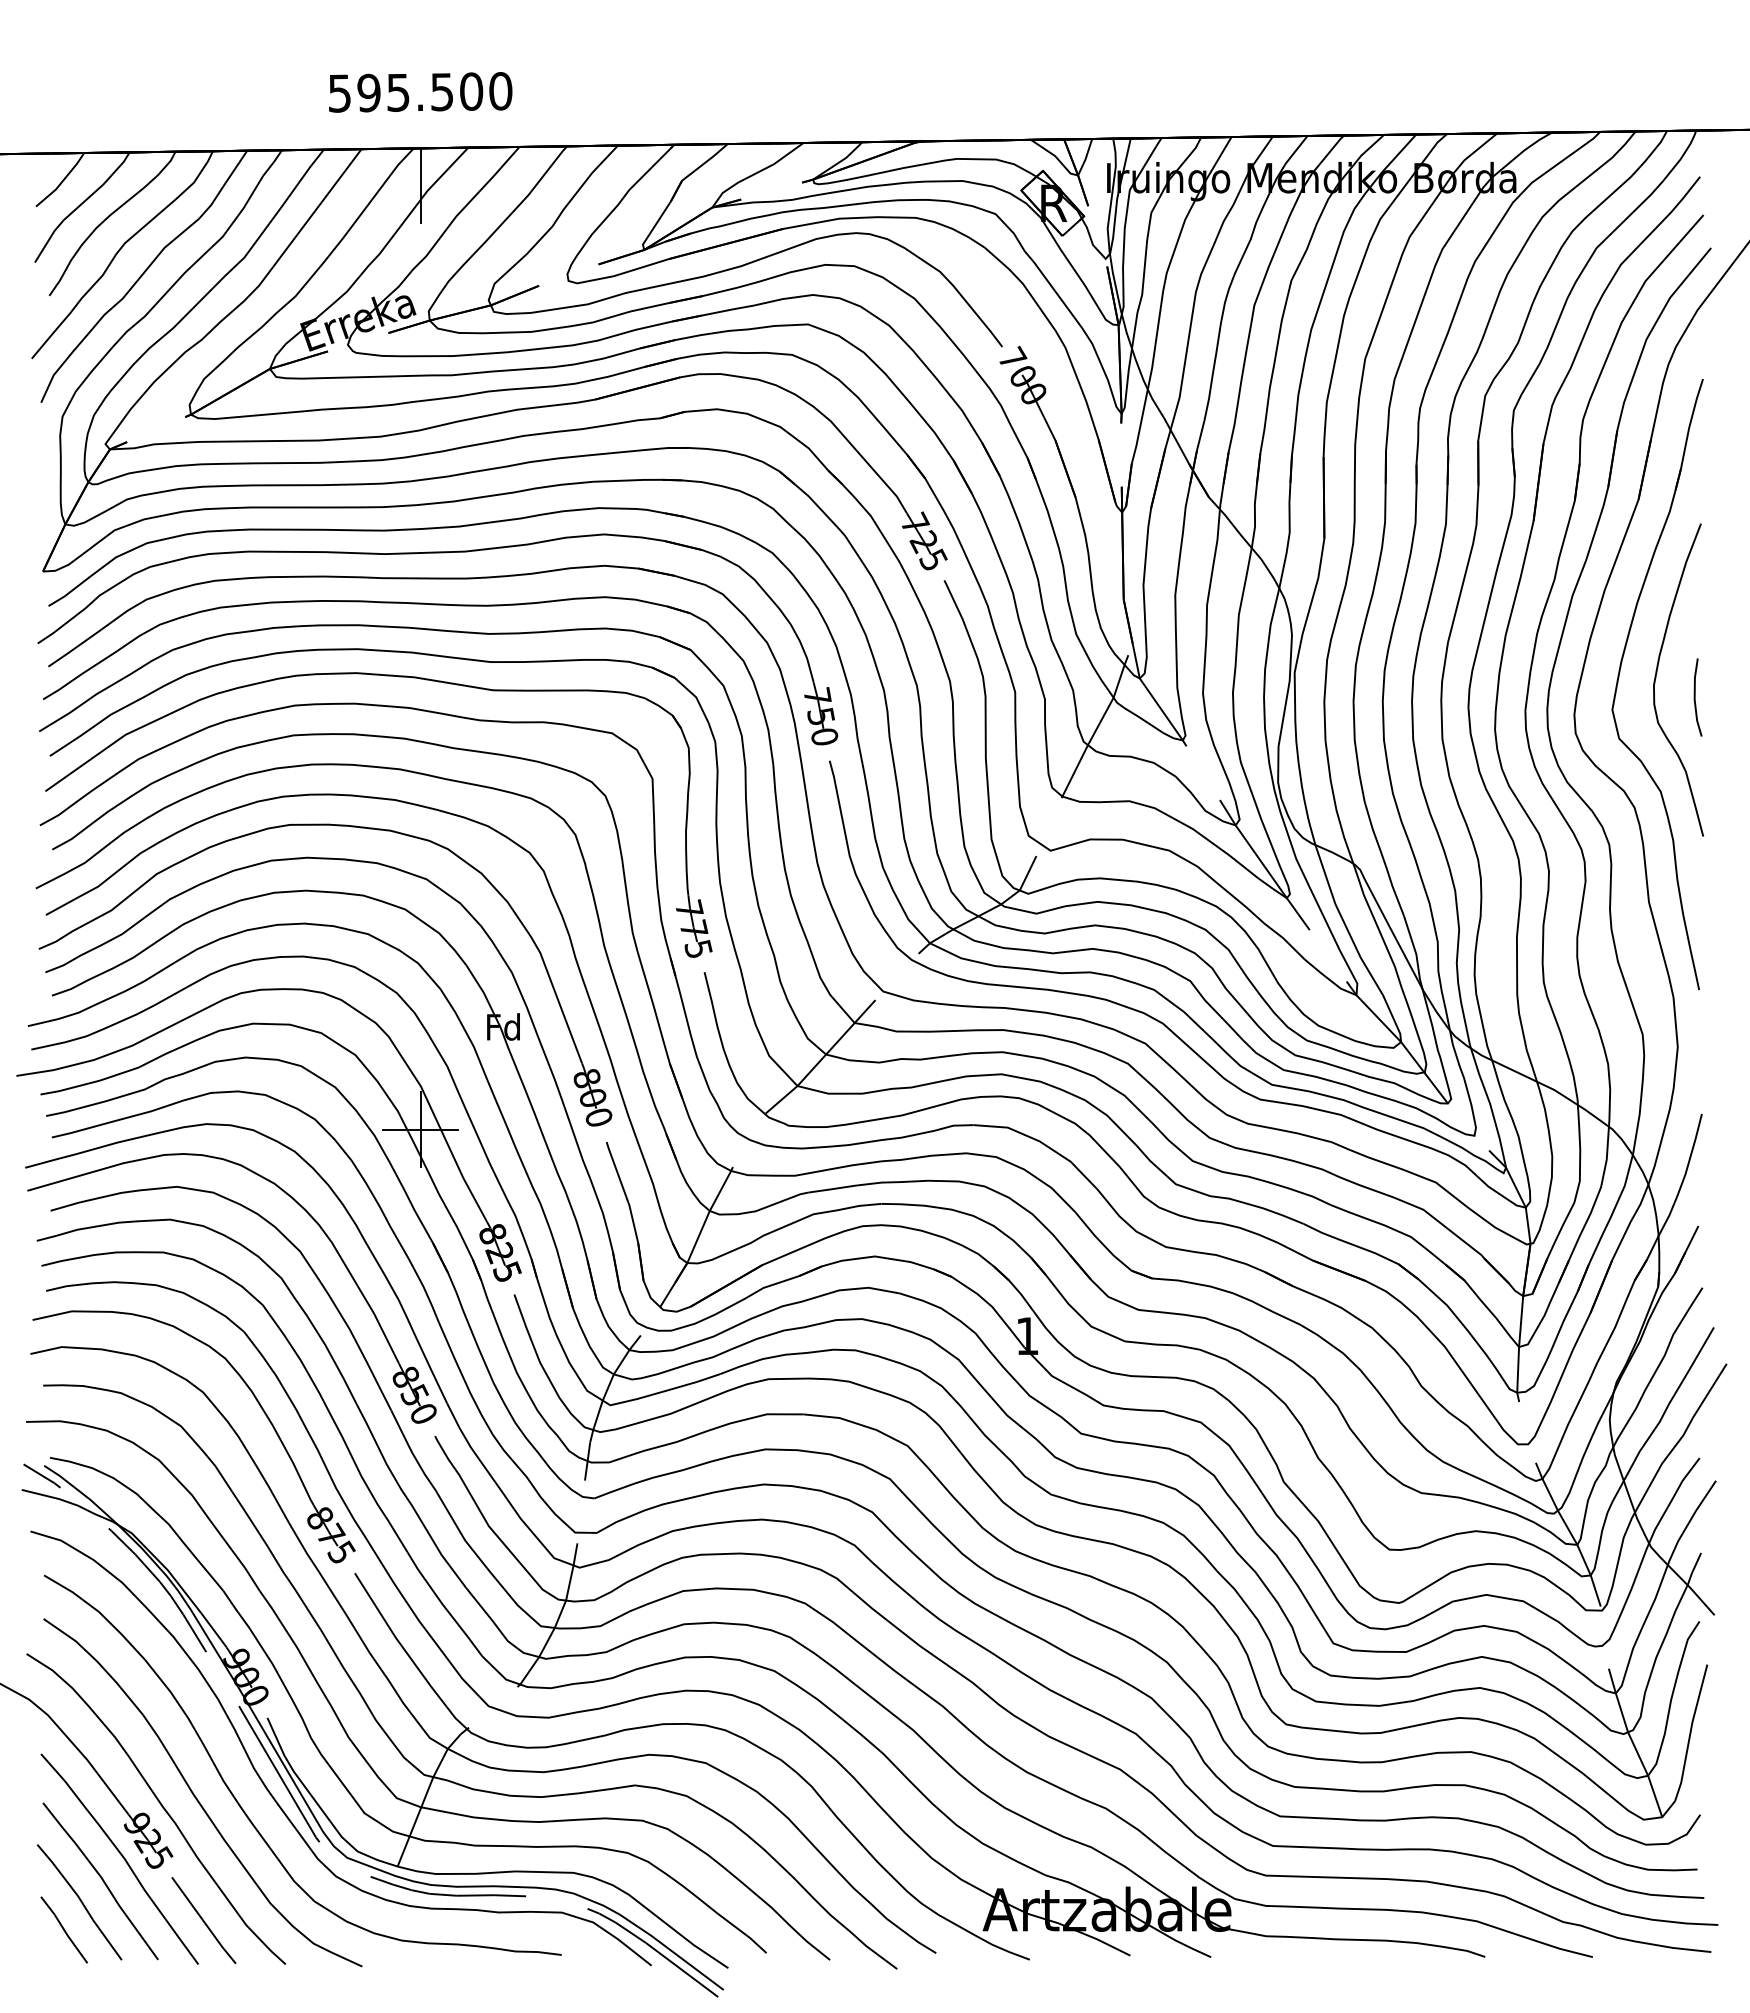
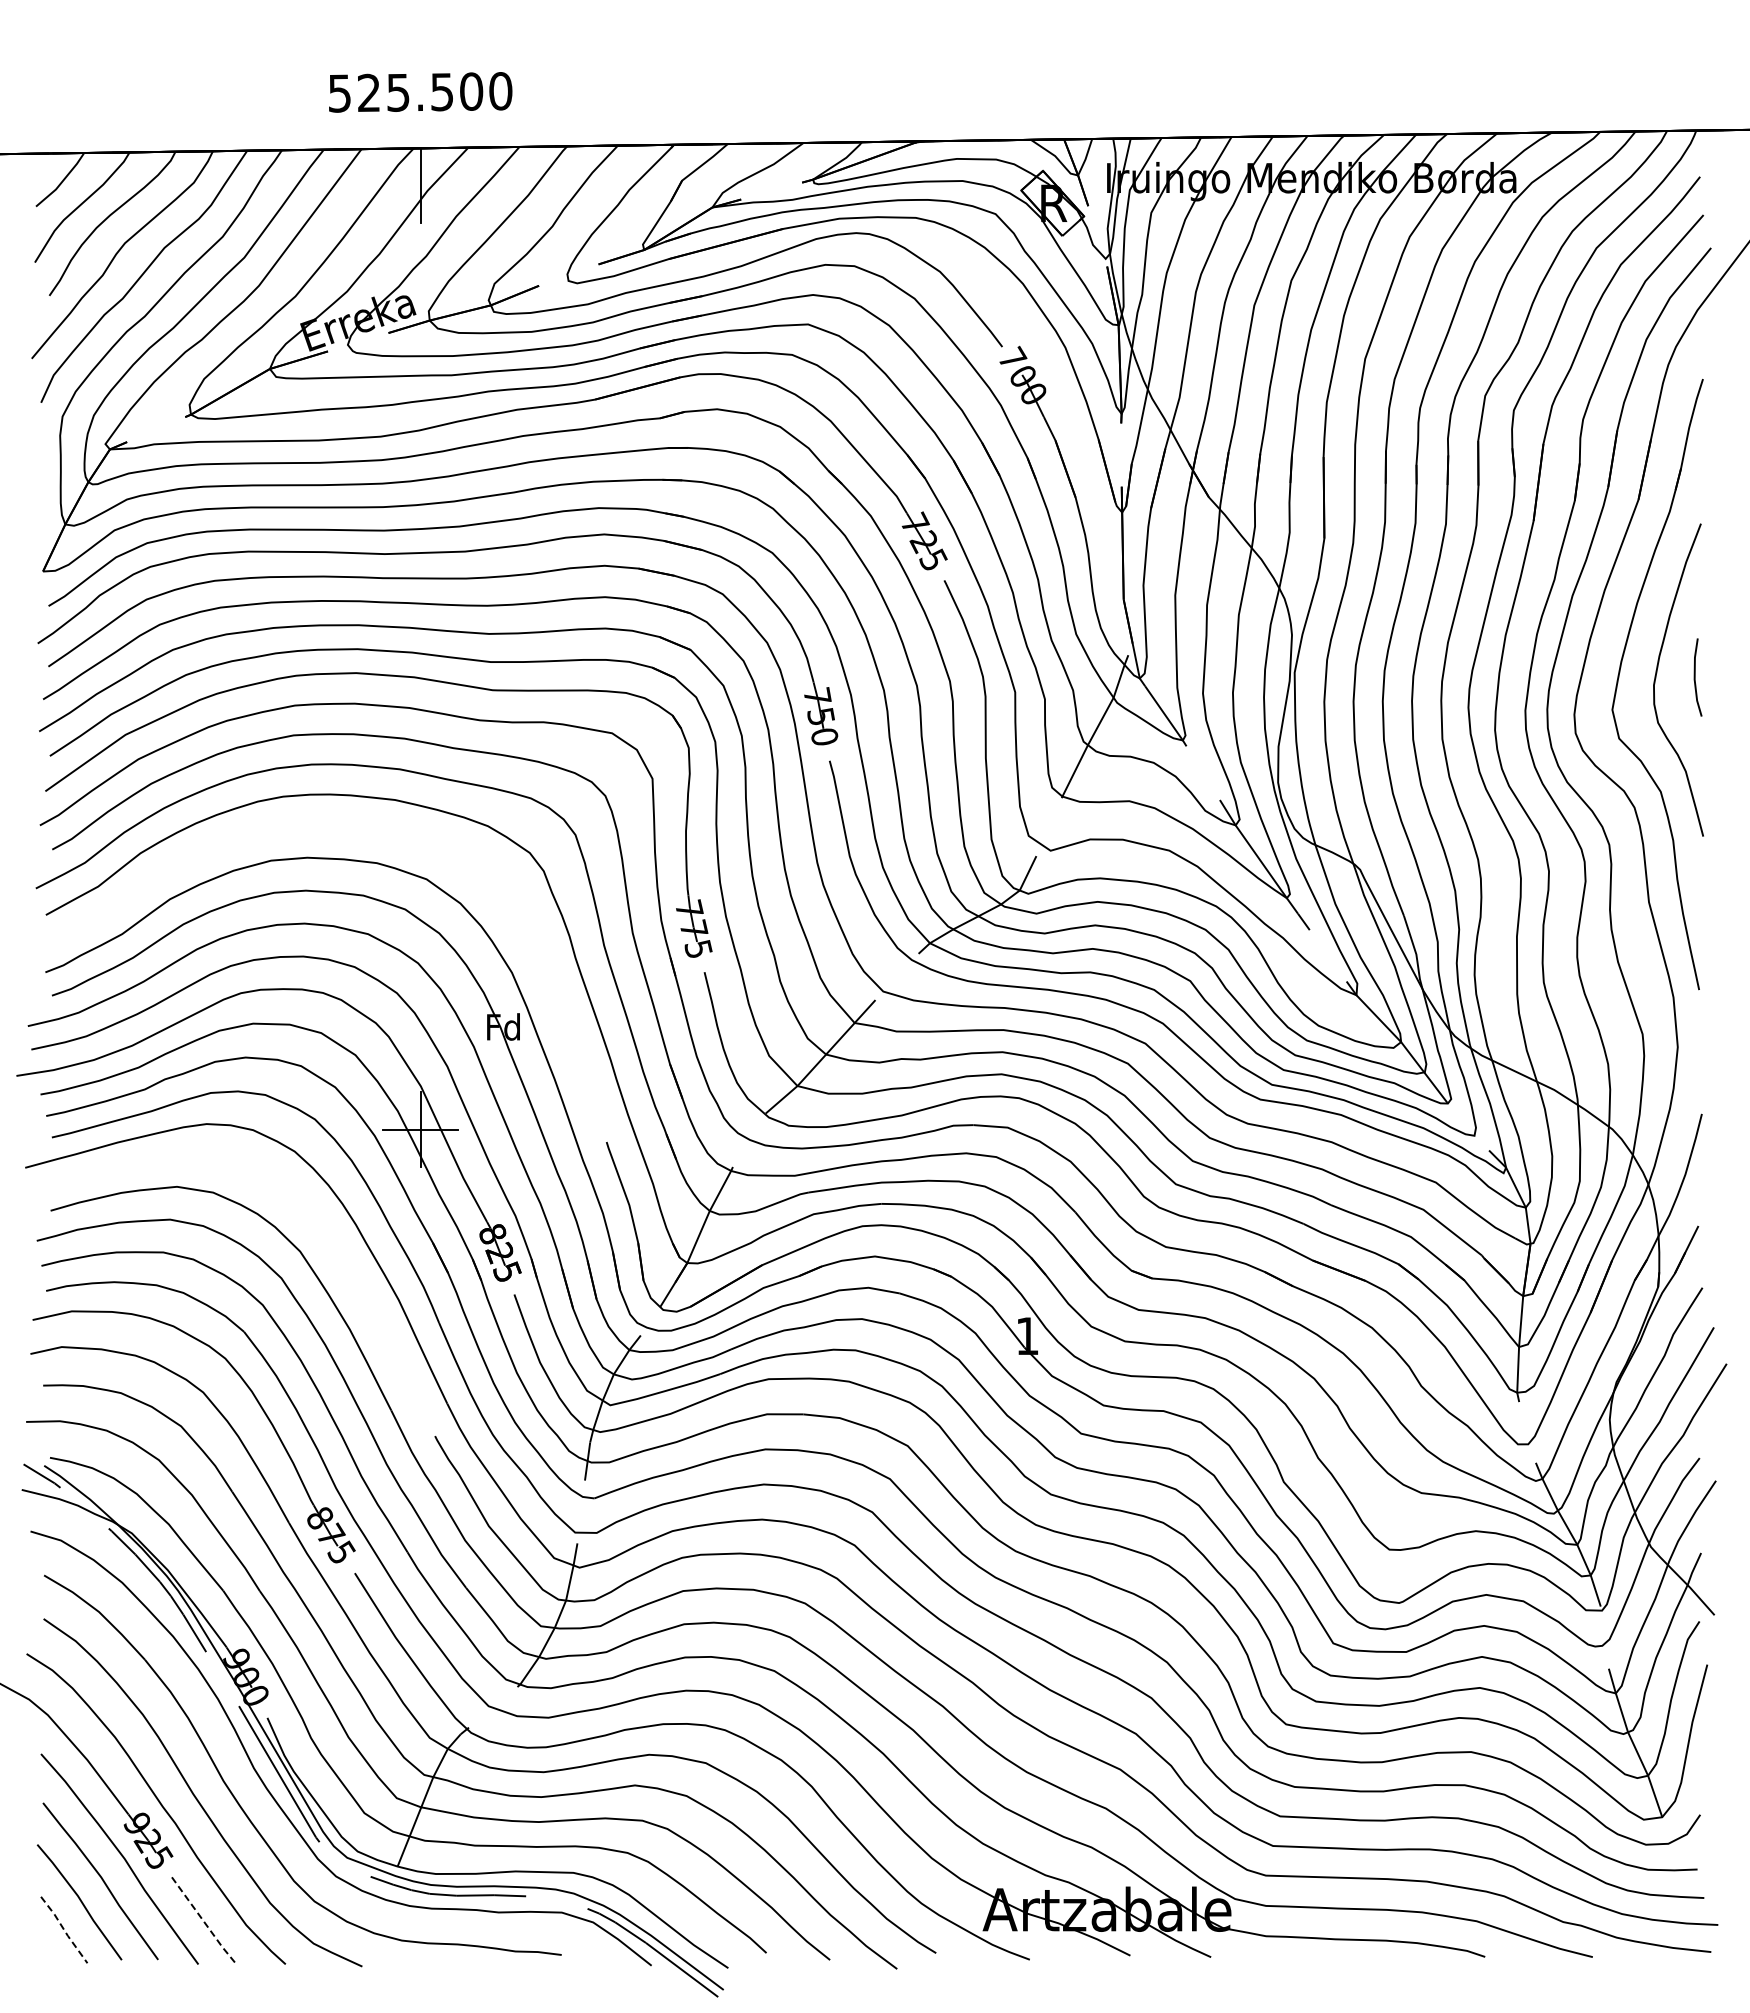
text at (368, 93): 595.500 -> 525.500
line at (1695, 697) position: (1695, 697) -> (1695, 677)
part at (336, 826): present -> none
part at (310, 1217): present -> none
line at (203, 1921): solid -> dashed
line at (64, 1930): solid -> dashed
